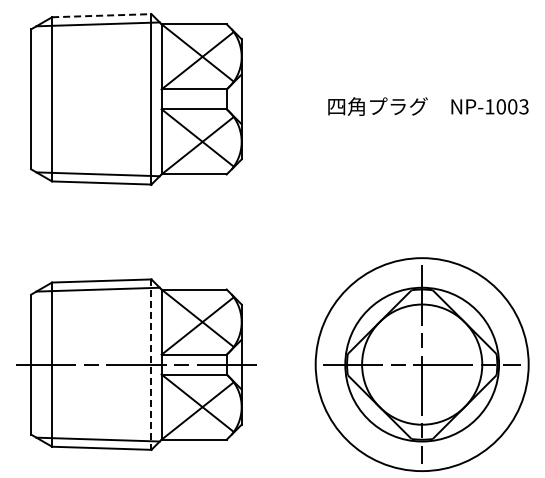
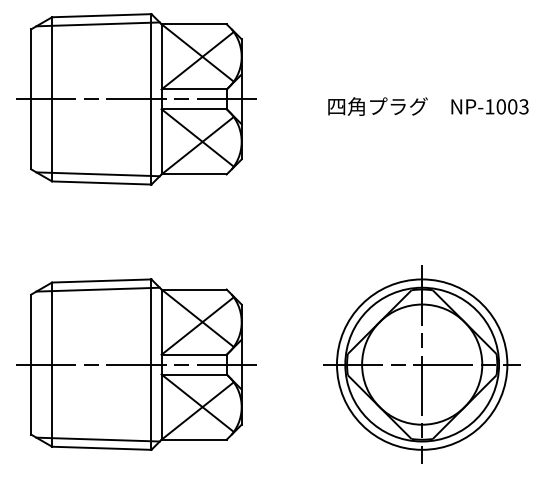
line at (101, 15): dashed -> solid
line at (136, 99): none -> present
circle at (421, 364) diameter: 213 px -> 170 px
line at (151, 365): dashed -> solid
